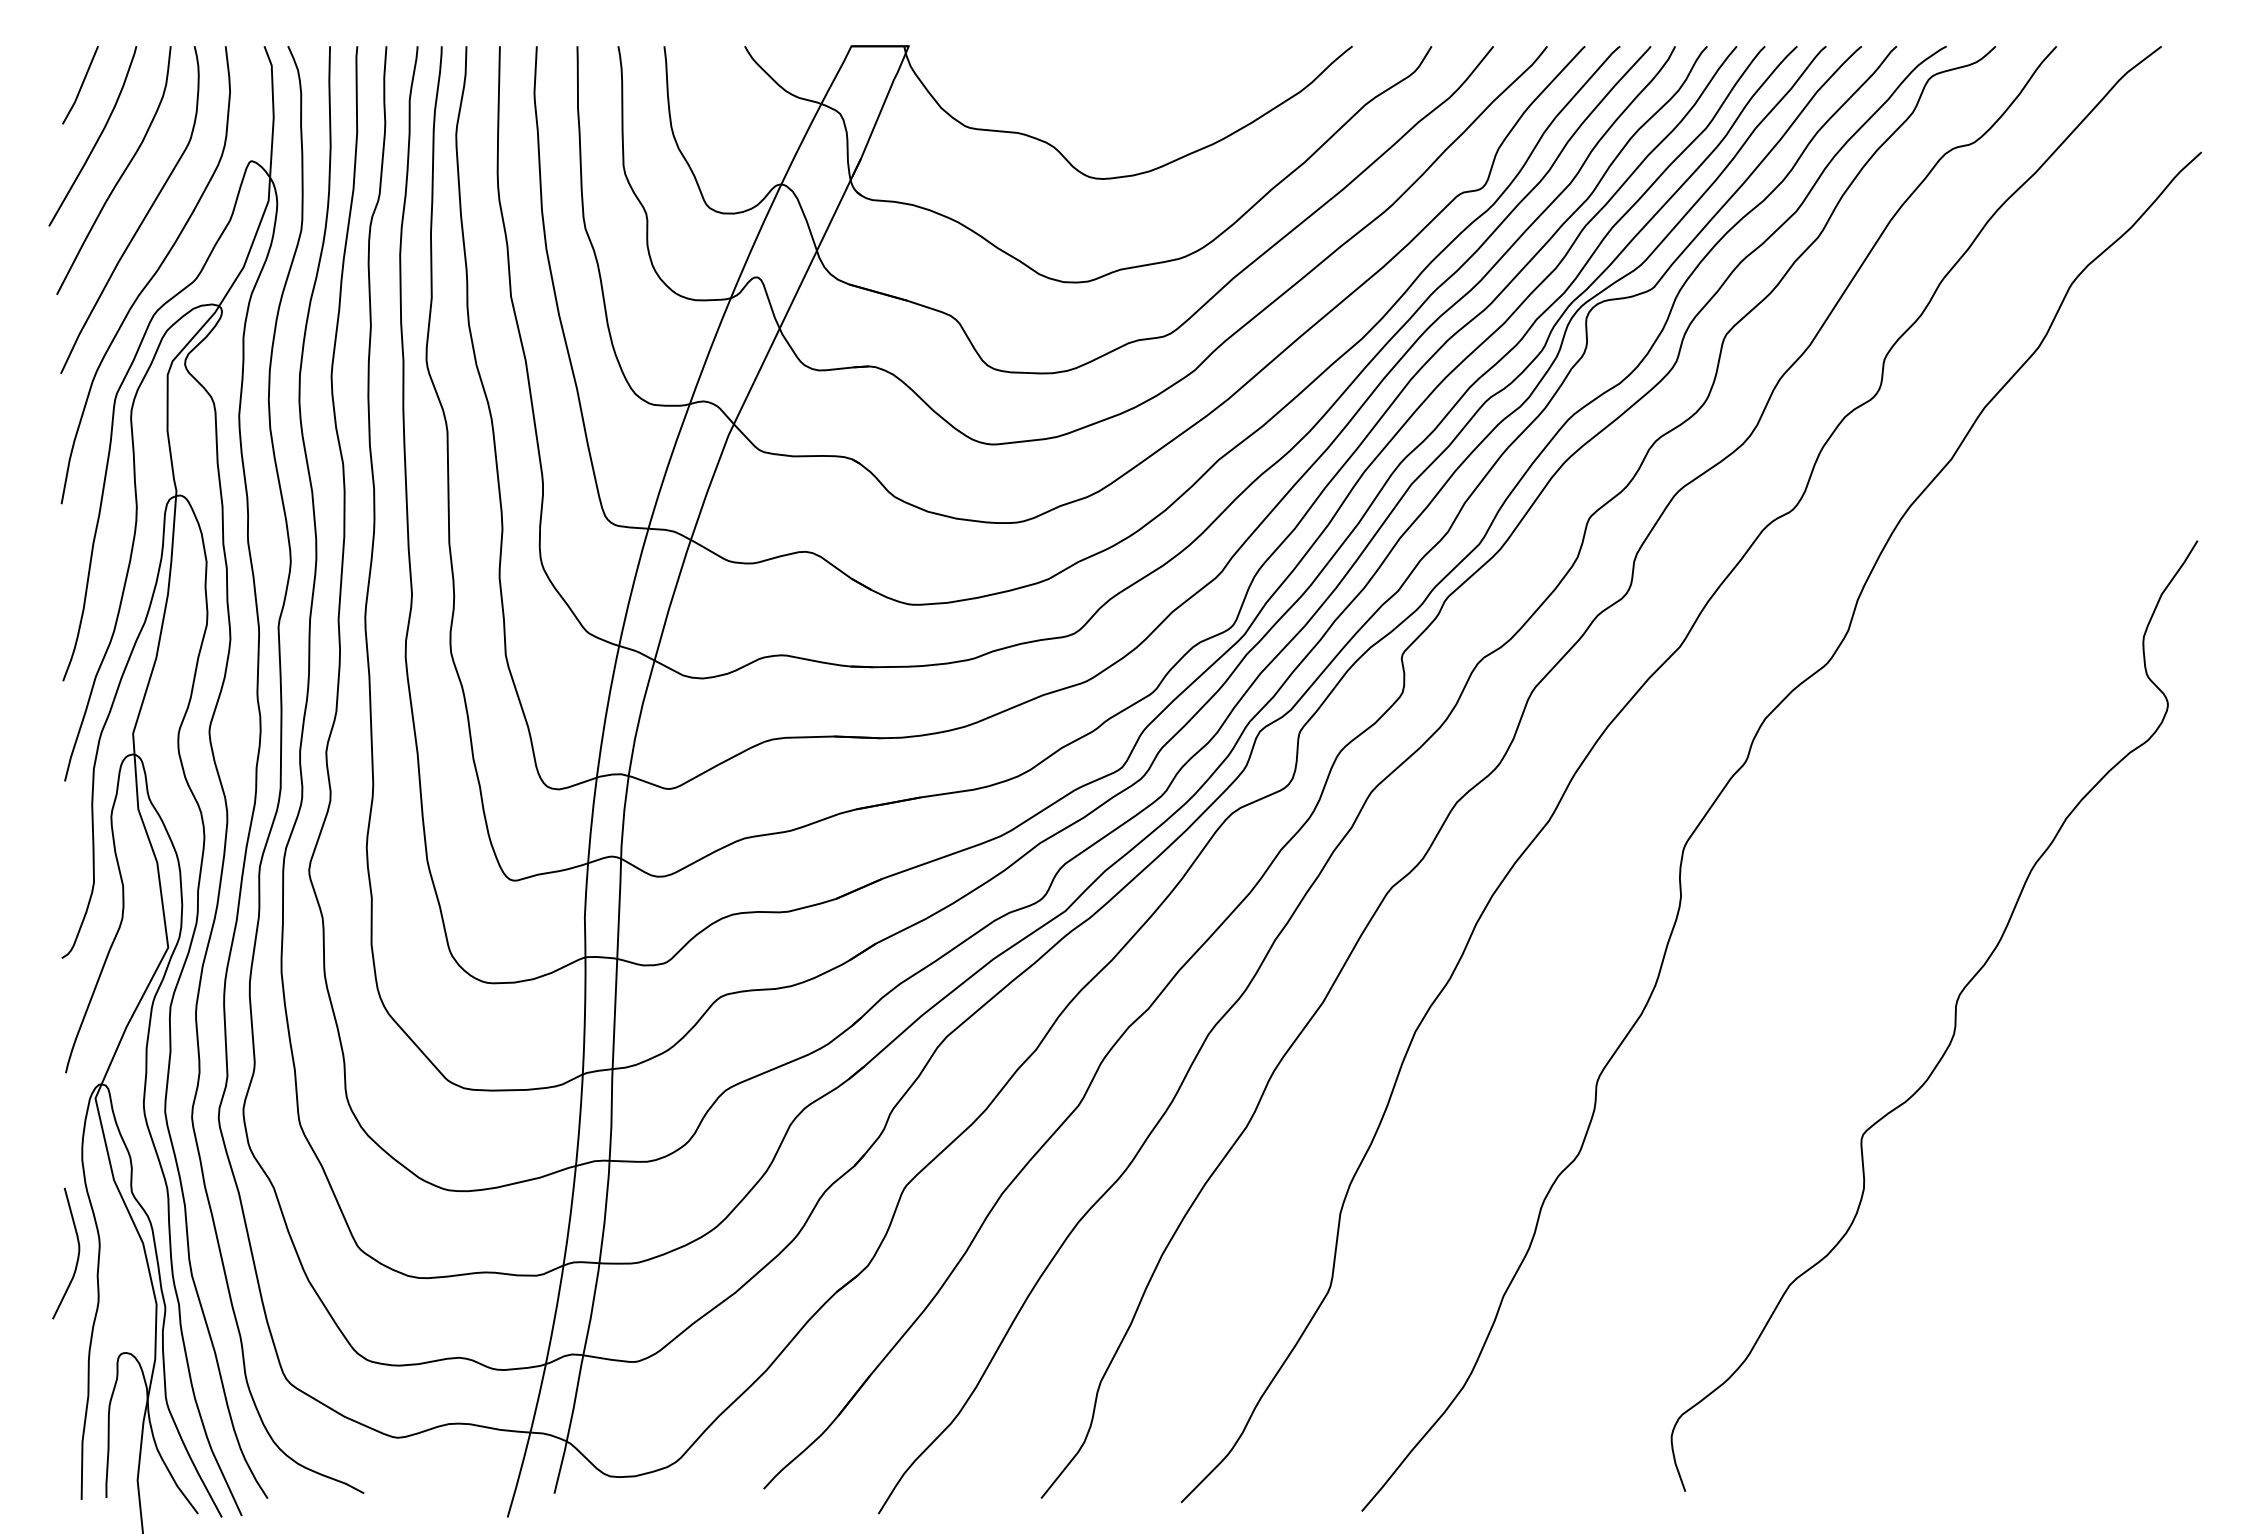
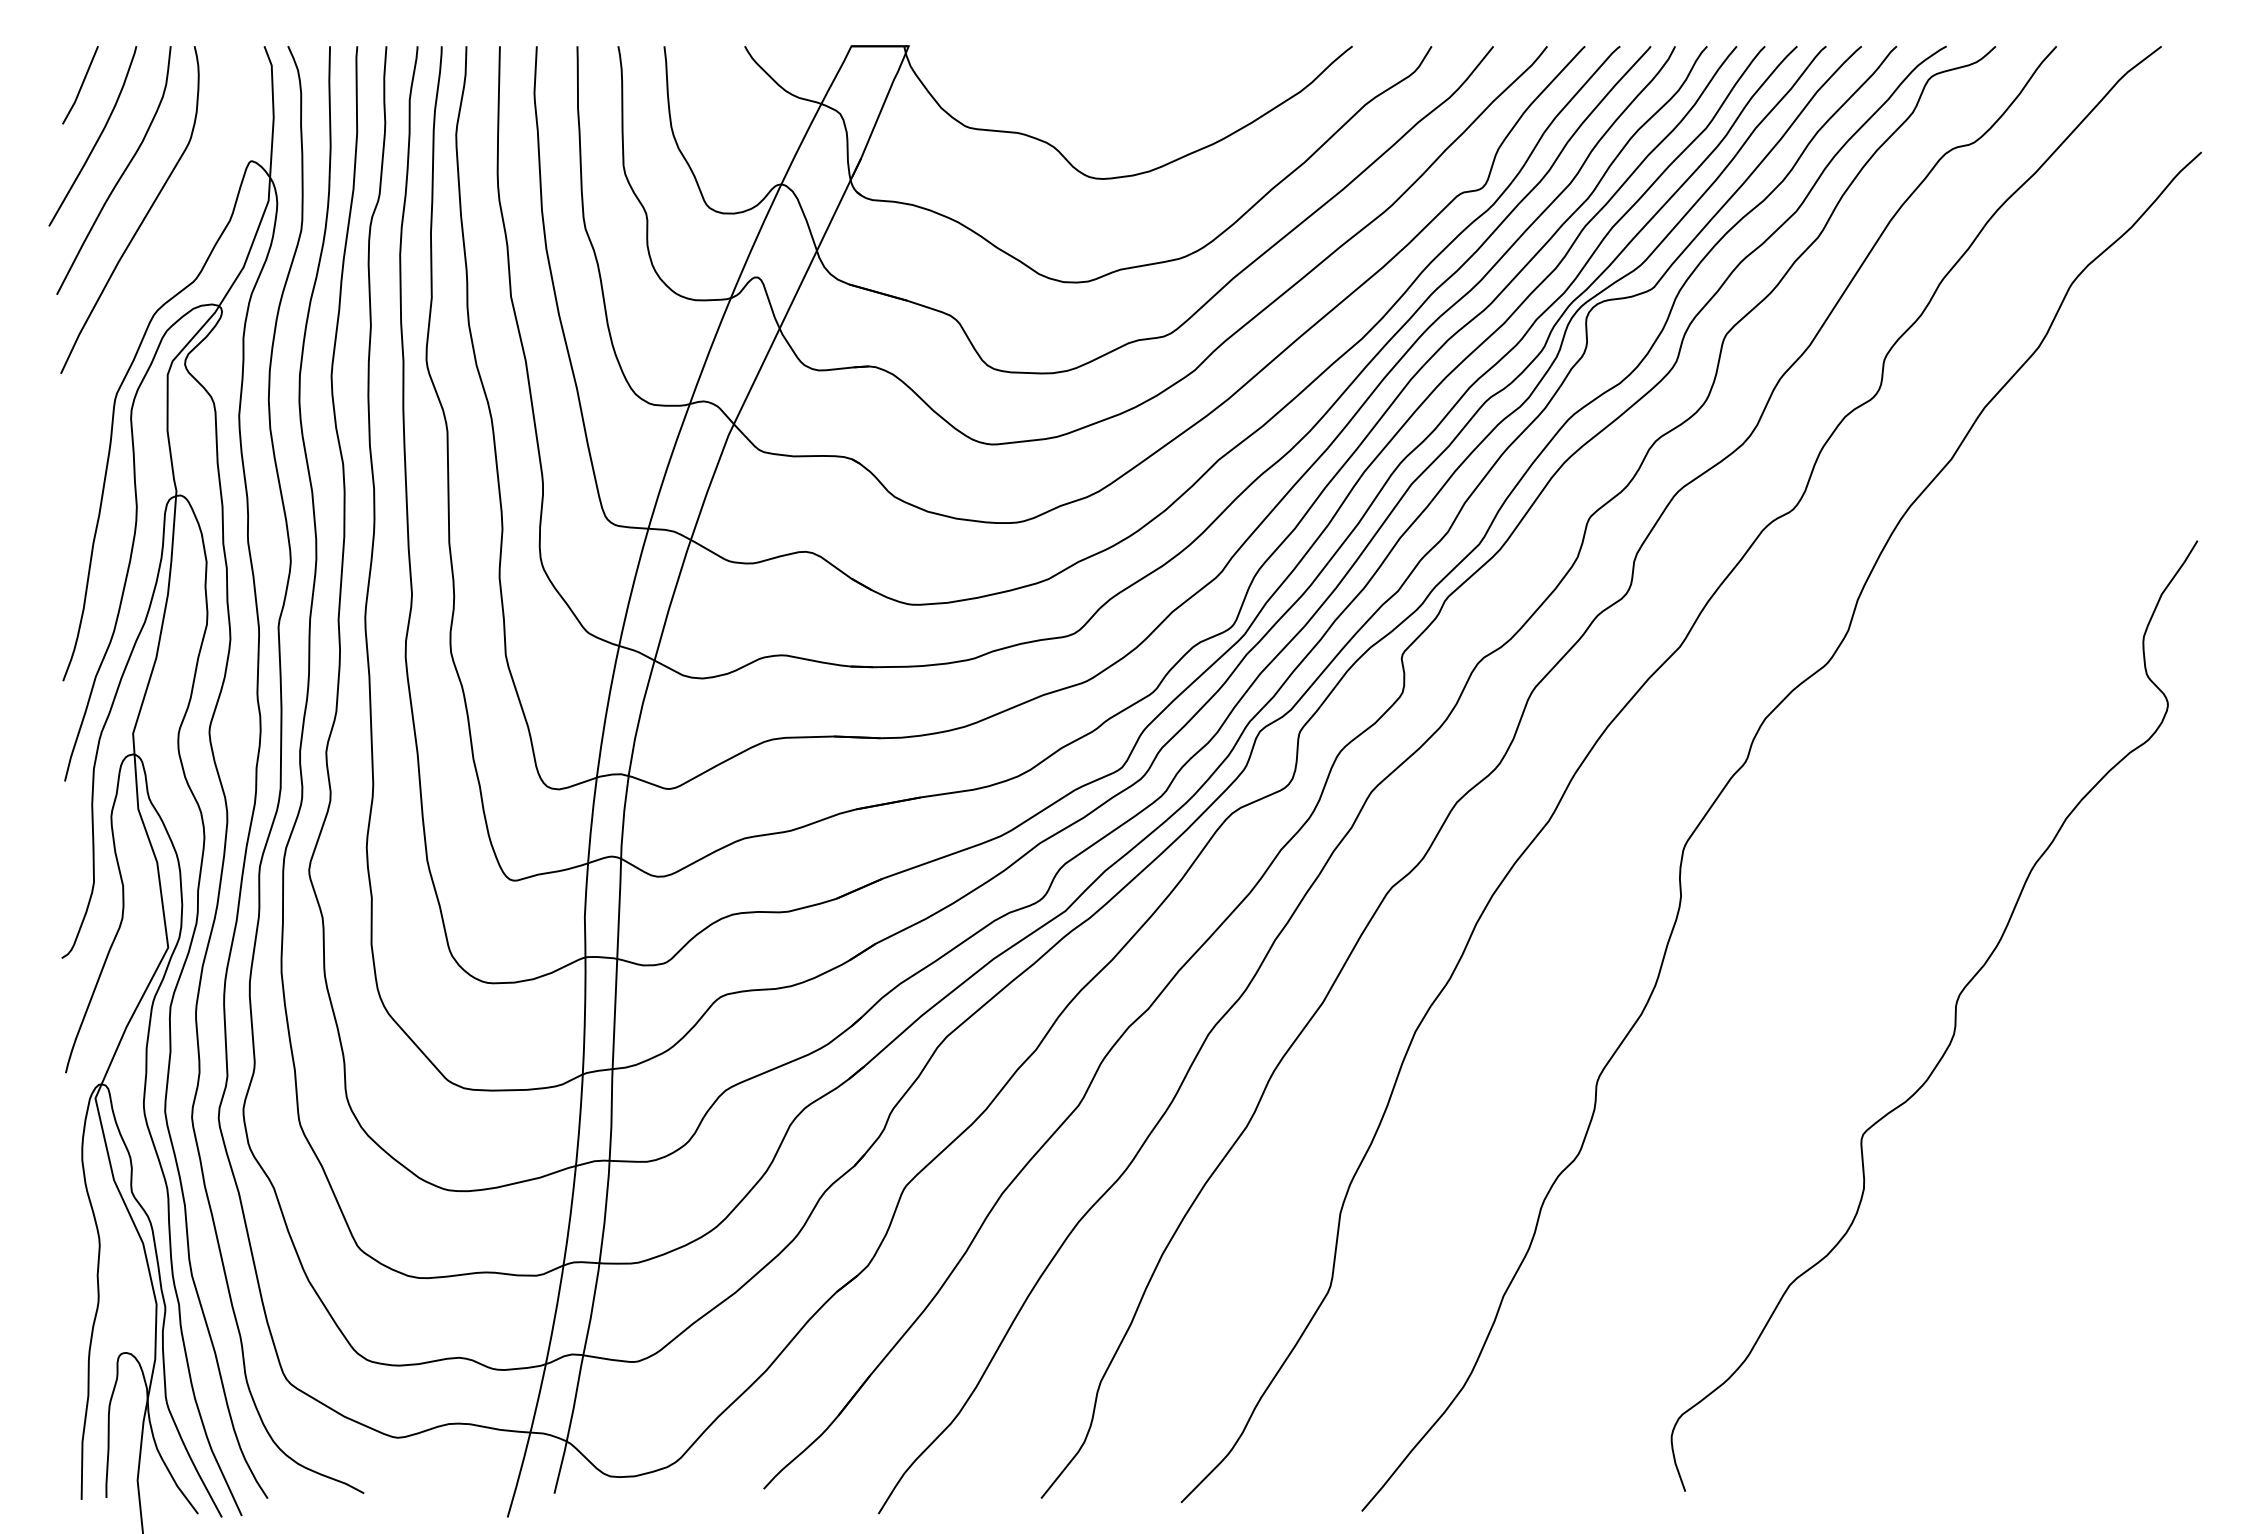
curve at (149, 279): present -> none
curve at (77, 1254): present -> none
